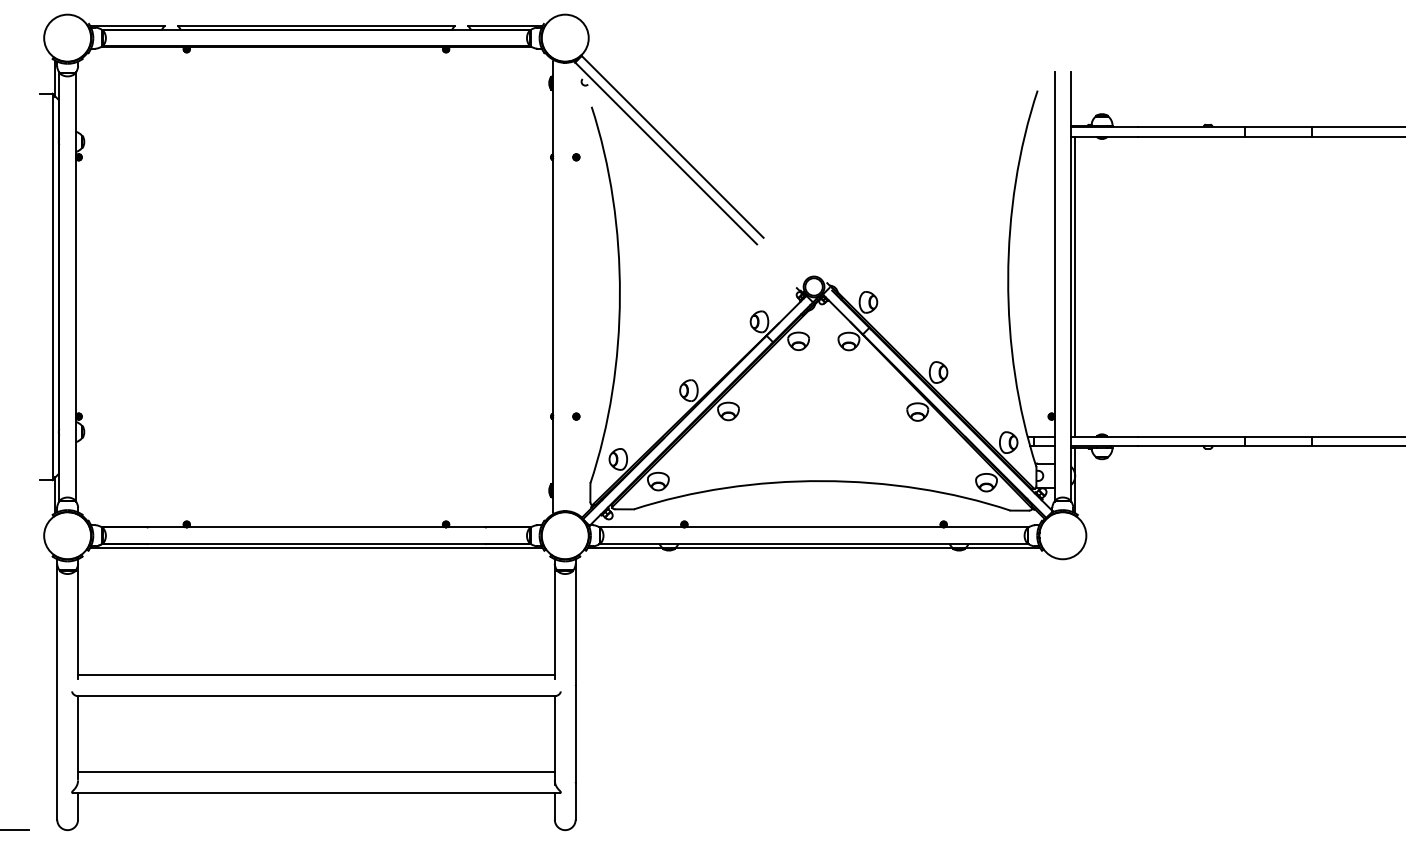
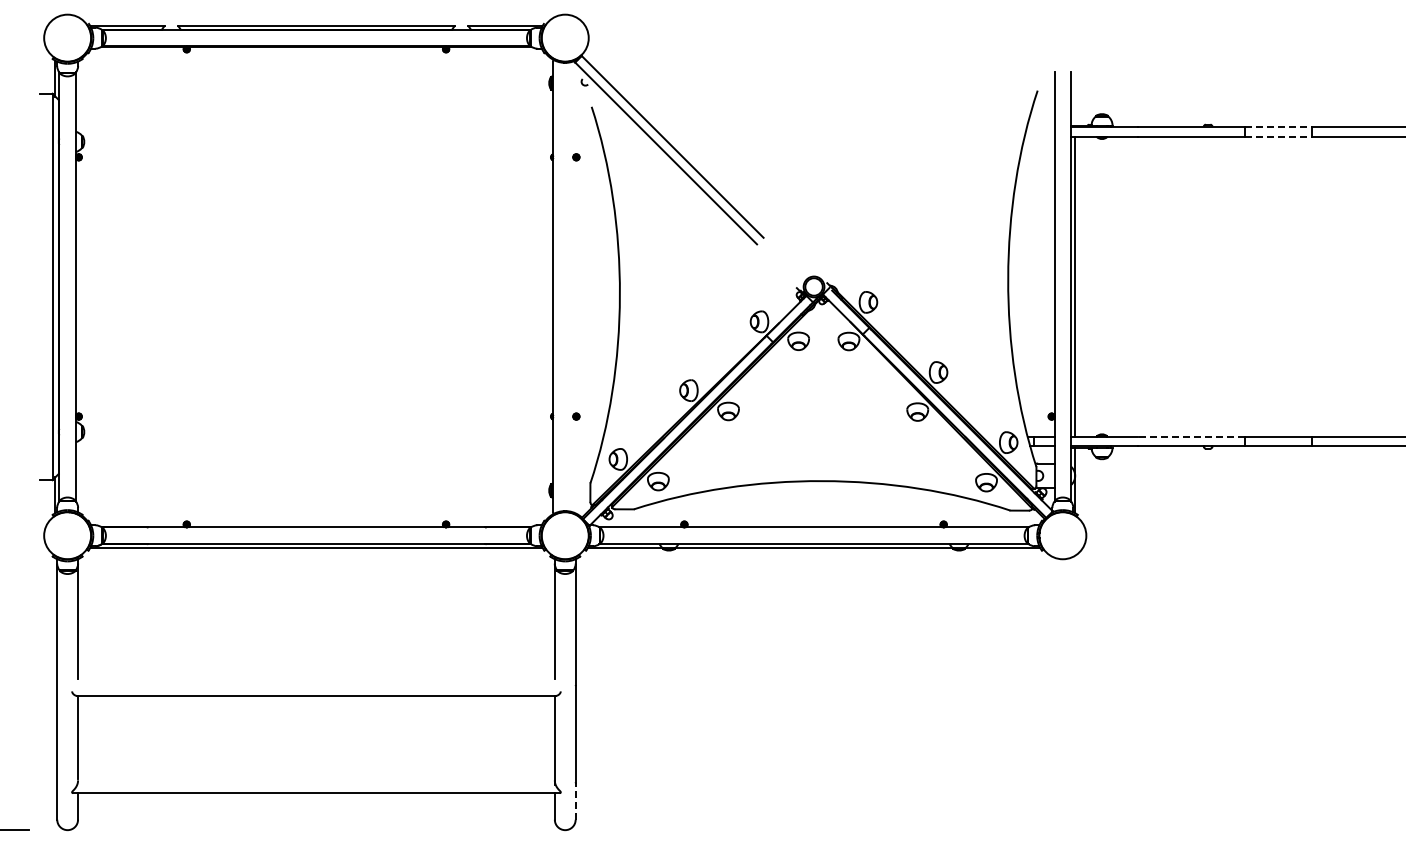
line at (1278, 127): solid -> dashed
line at (1278, 136): solid -> dashed
line at (1190, 436): solid -> dashed
line at (316, 675): present -> none
line at (316, 772): present -> none
line at (575, 800): solid -> dashed
